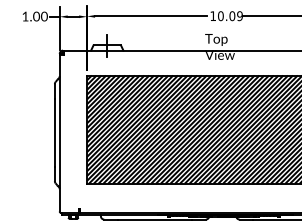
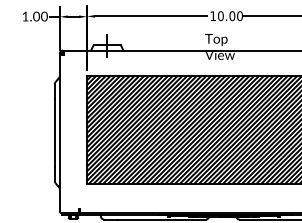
text at (239, 16): 10.09 -> 10.00
